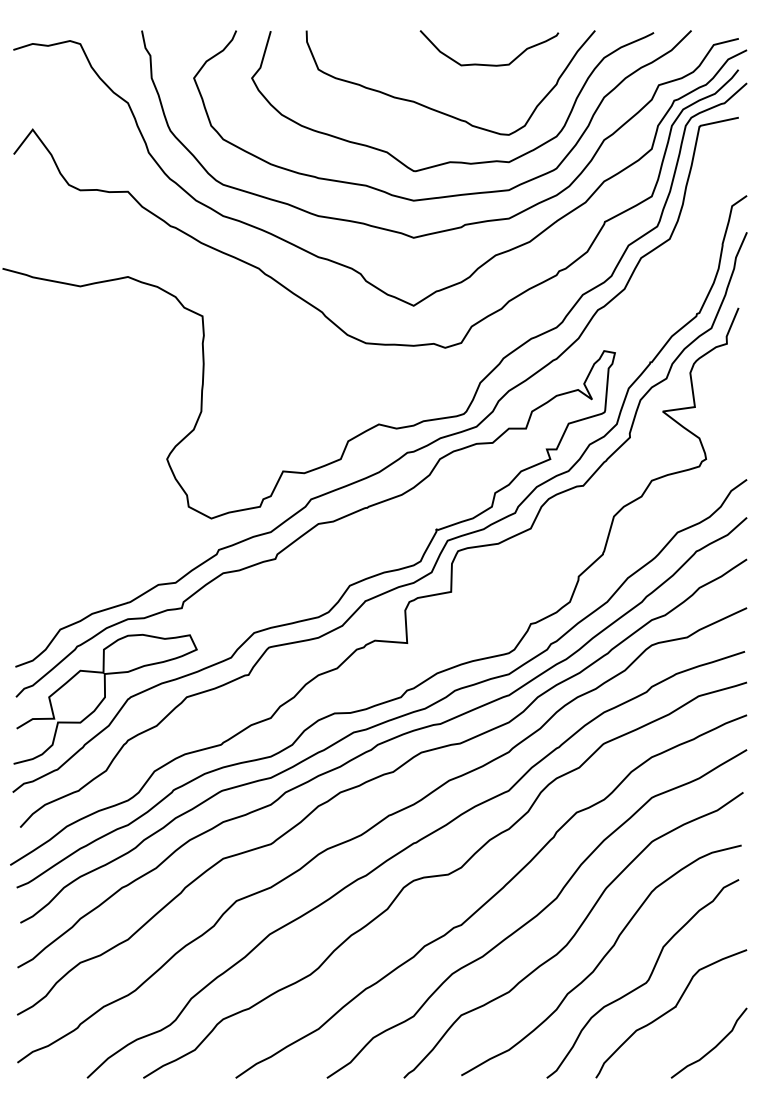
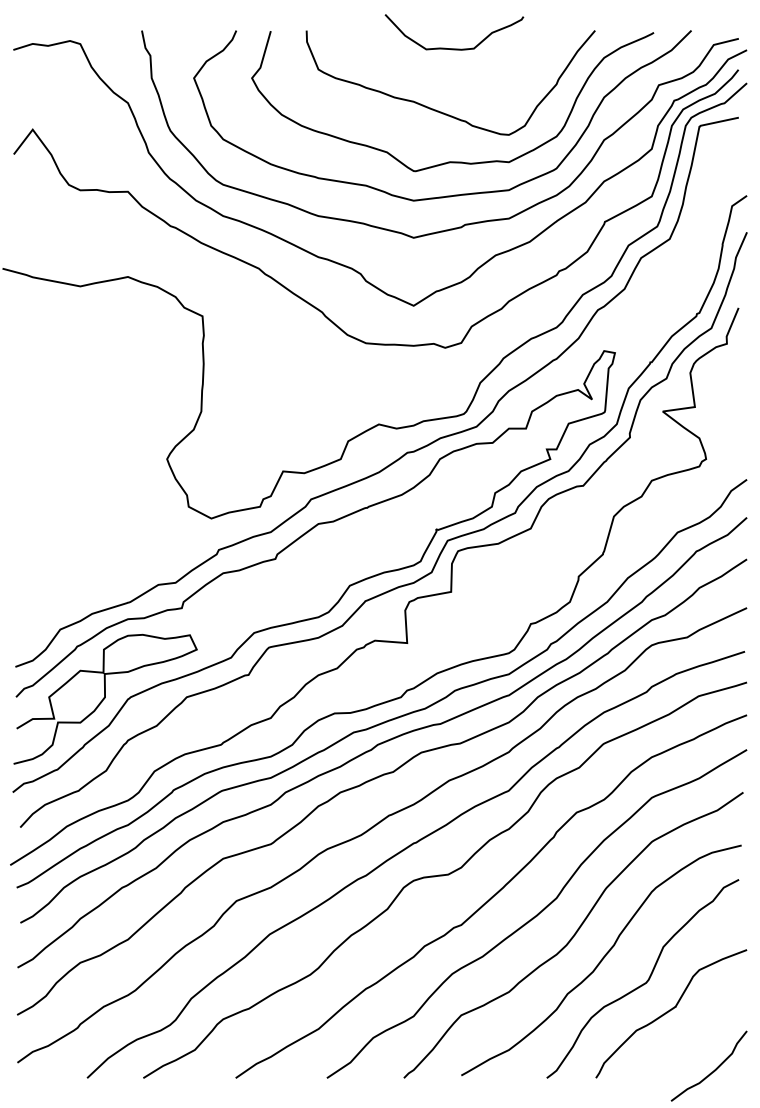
curve at (489, 64) position: (489, 64) -> (454, 48)
curve at (713, 1047) position: (713, 1047) -> (713, 1070)
